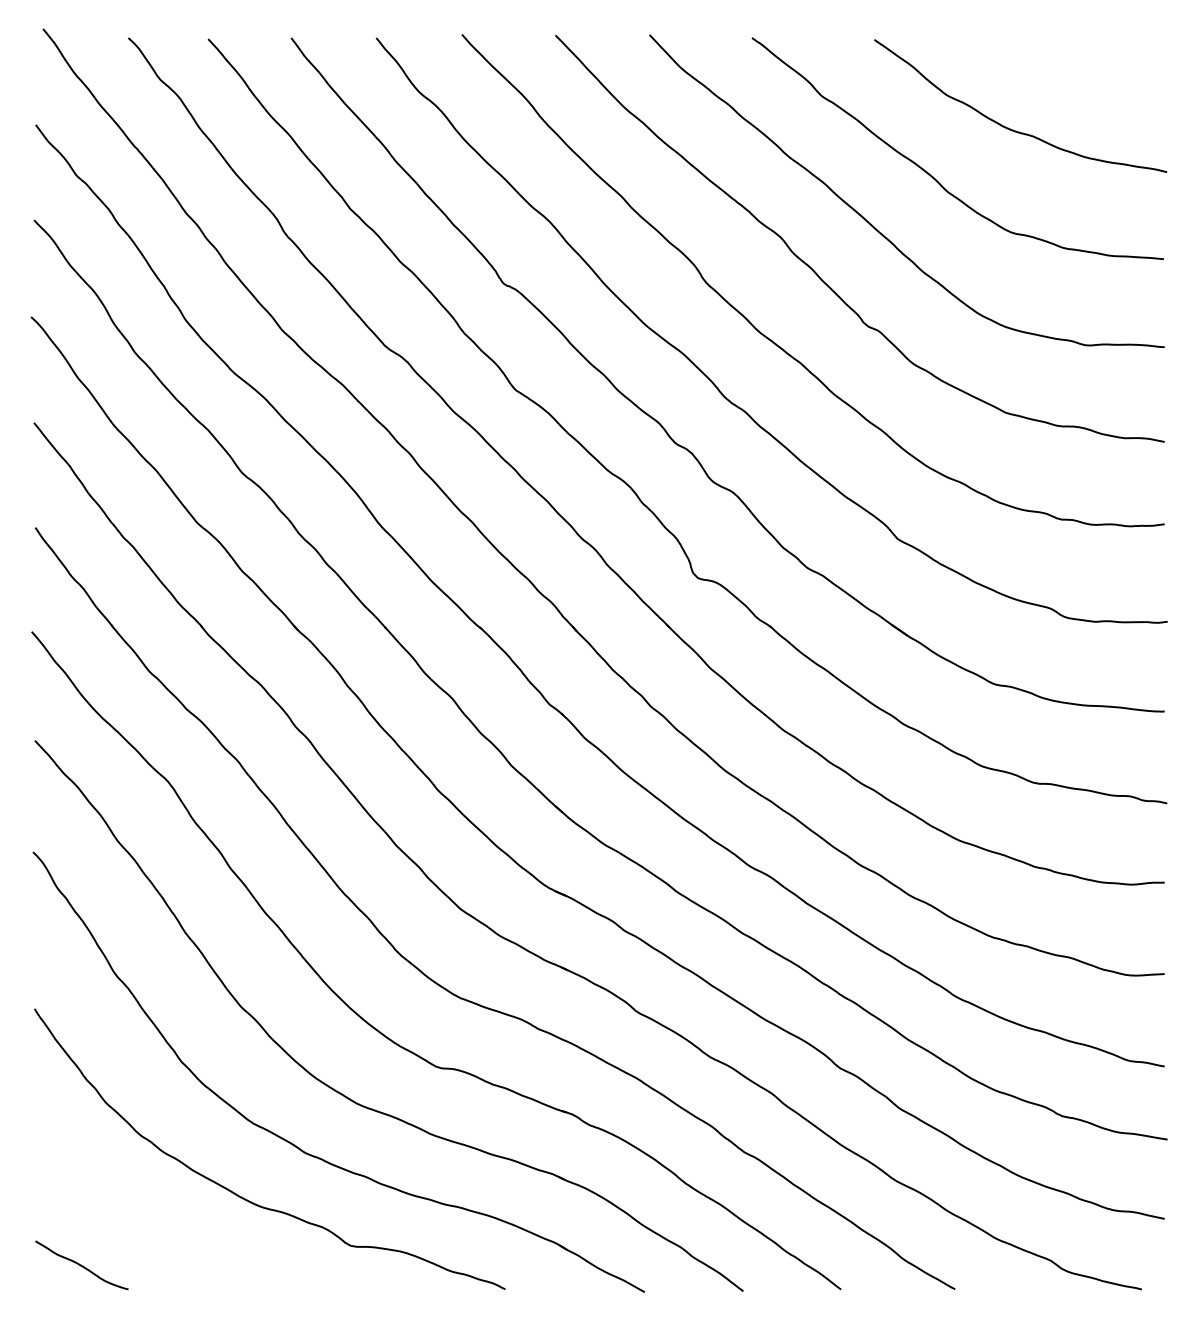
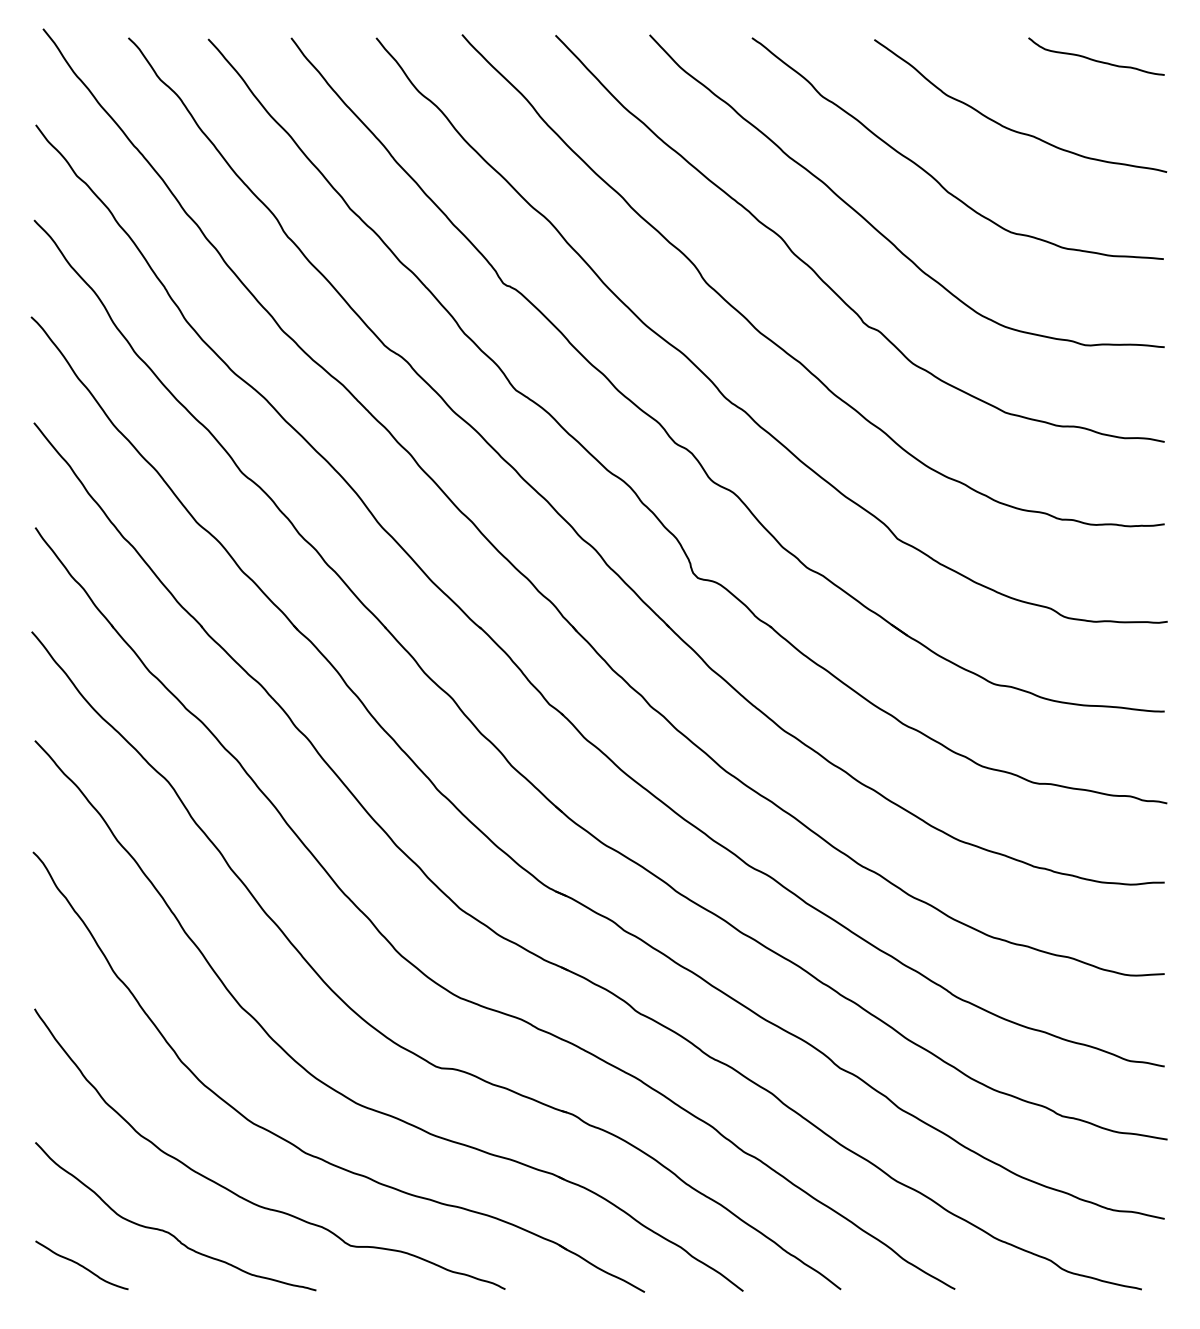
curve at (1095, 59): none -> present
curve at (168, 1231): none -> present
